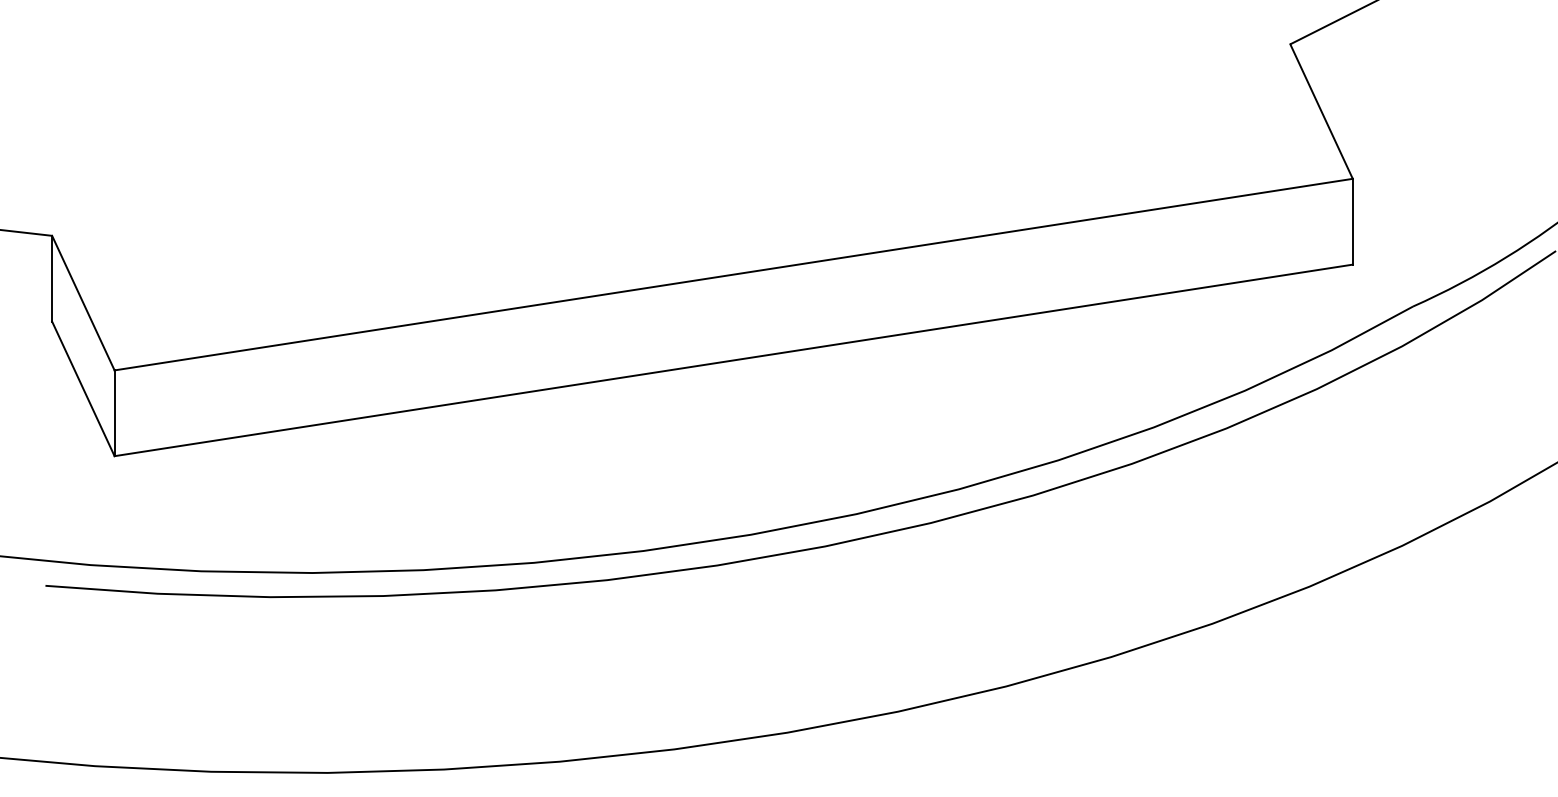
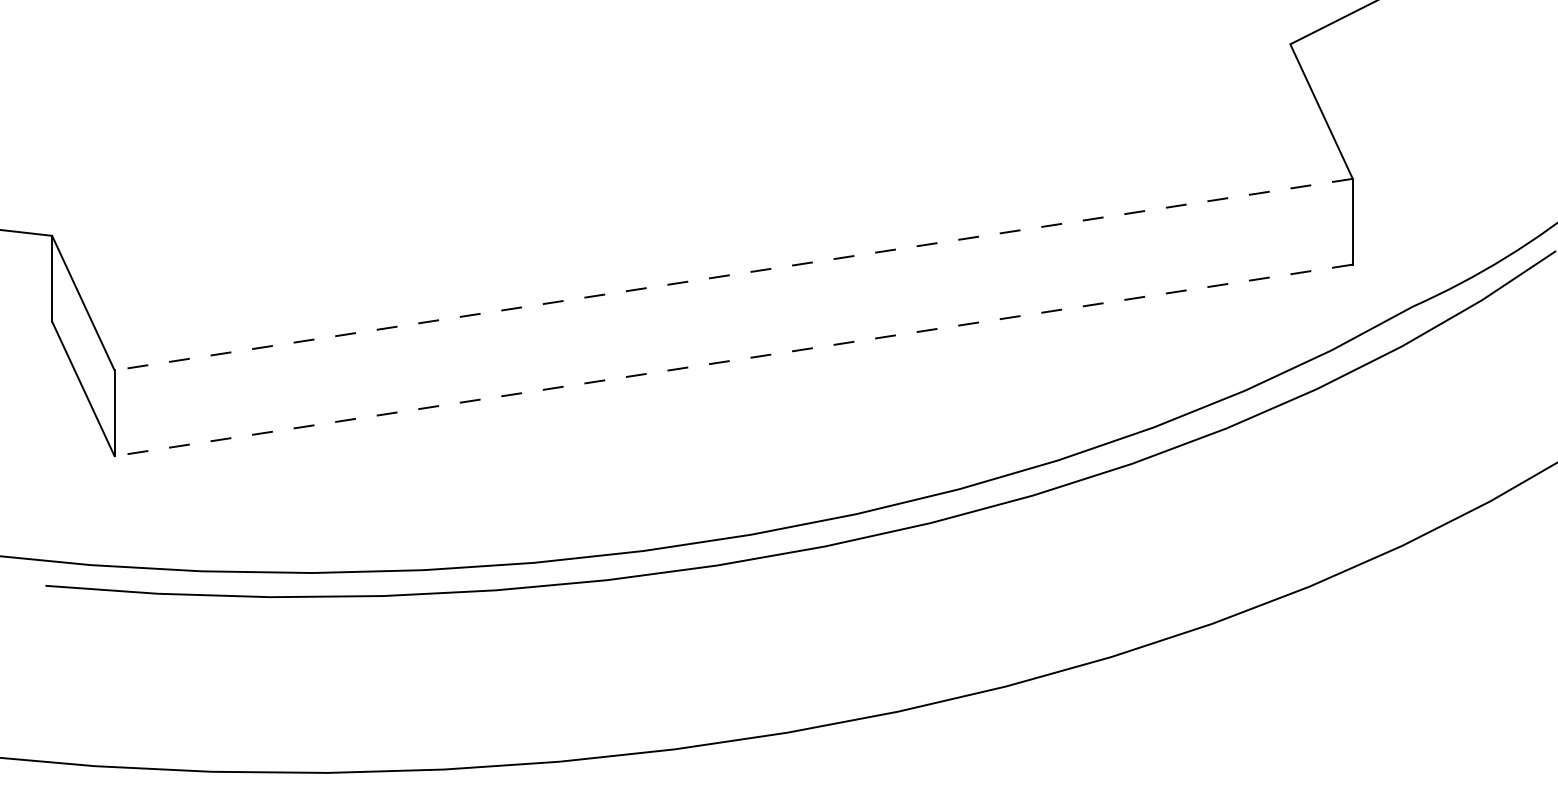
line at (733, 274): solid -> dashed
line at (733, 360): solid -> dashed
